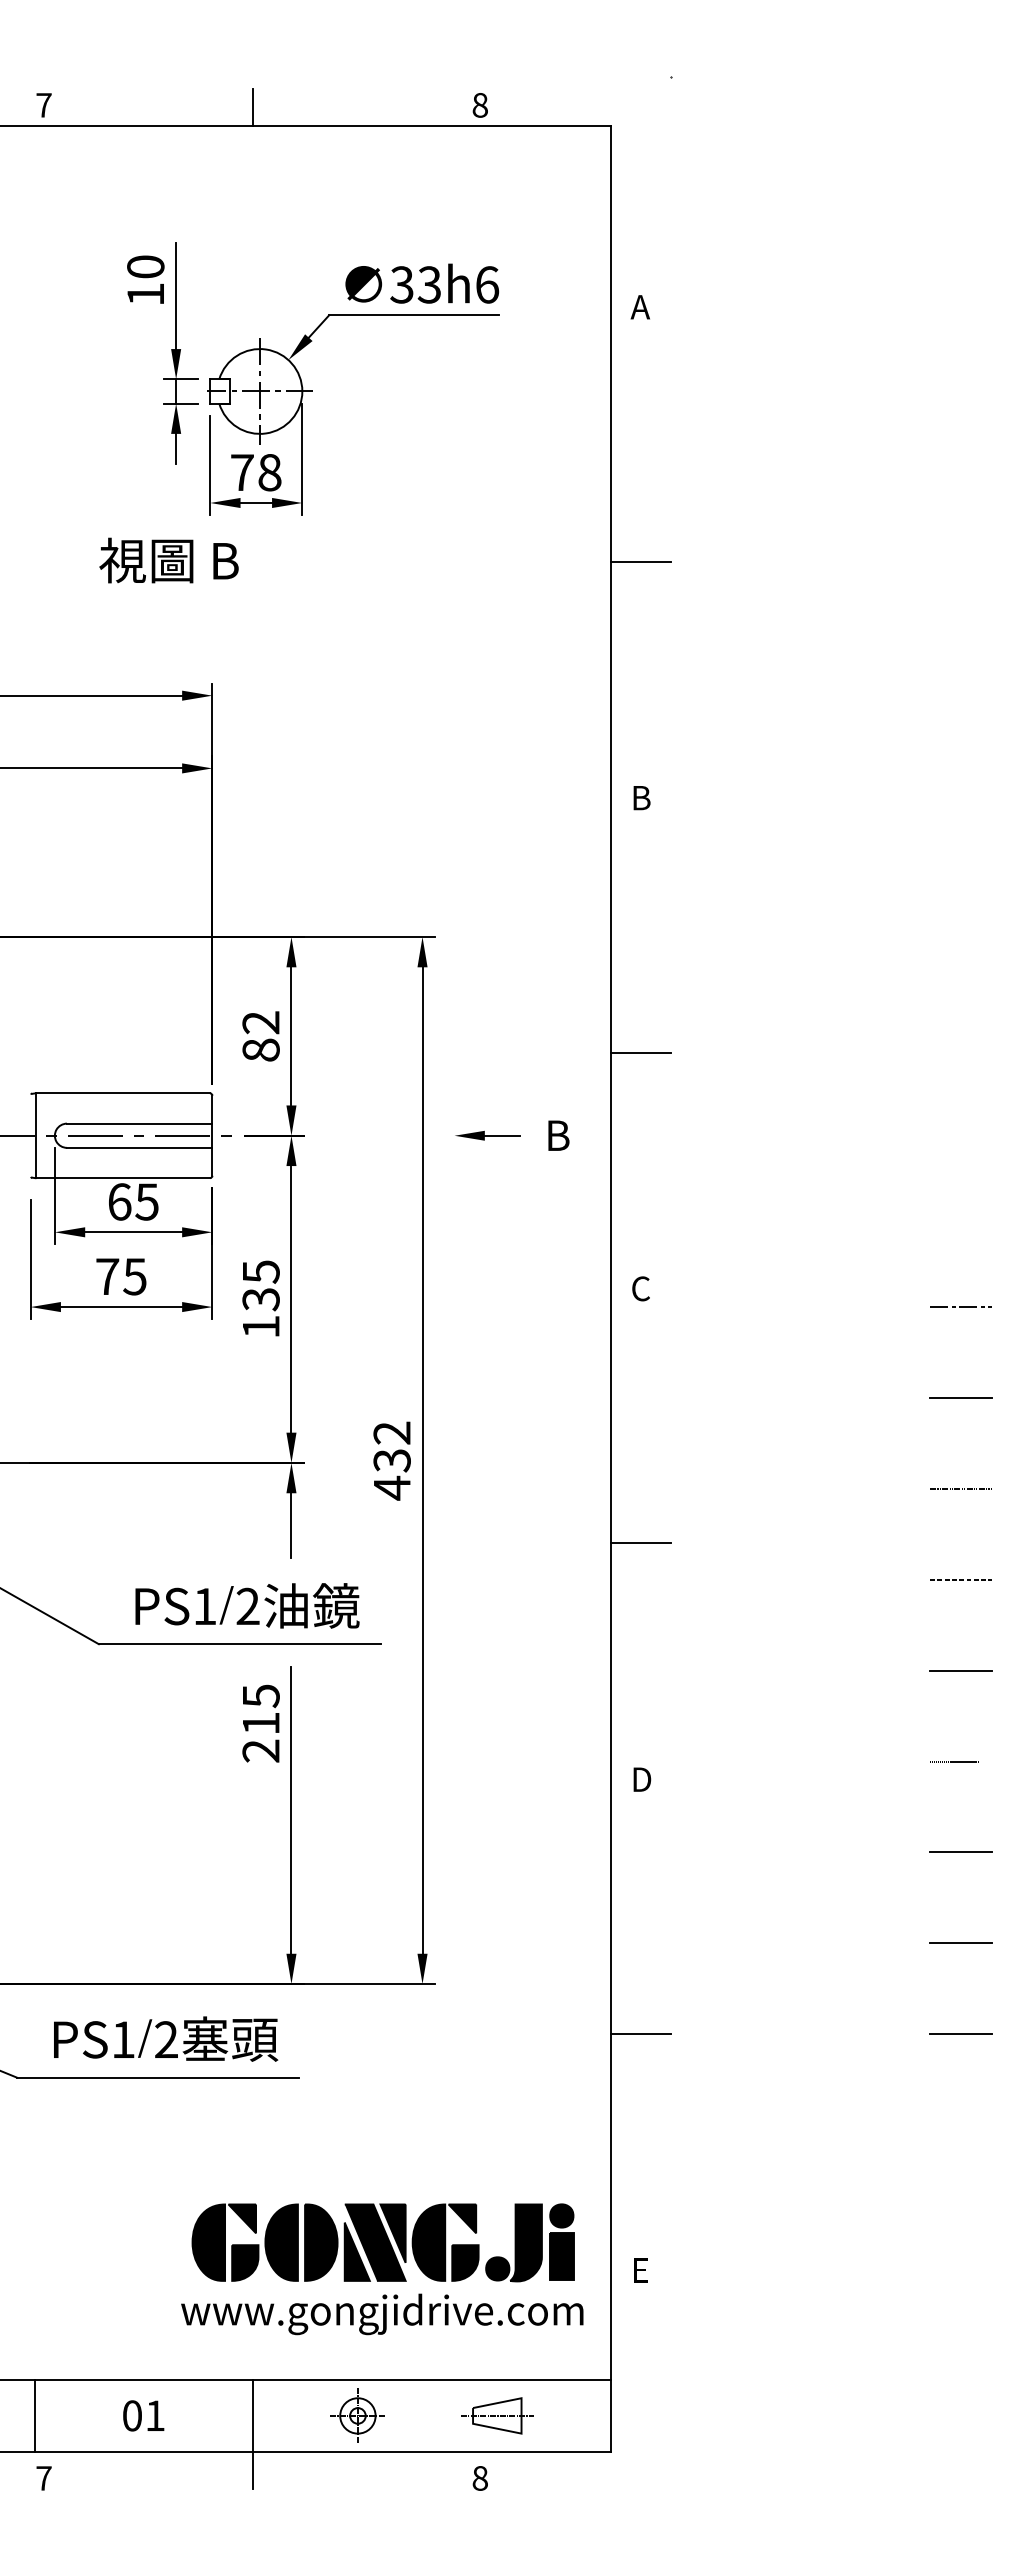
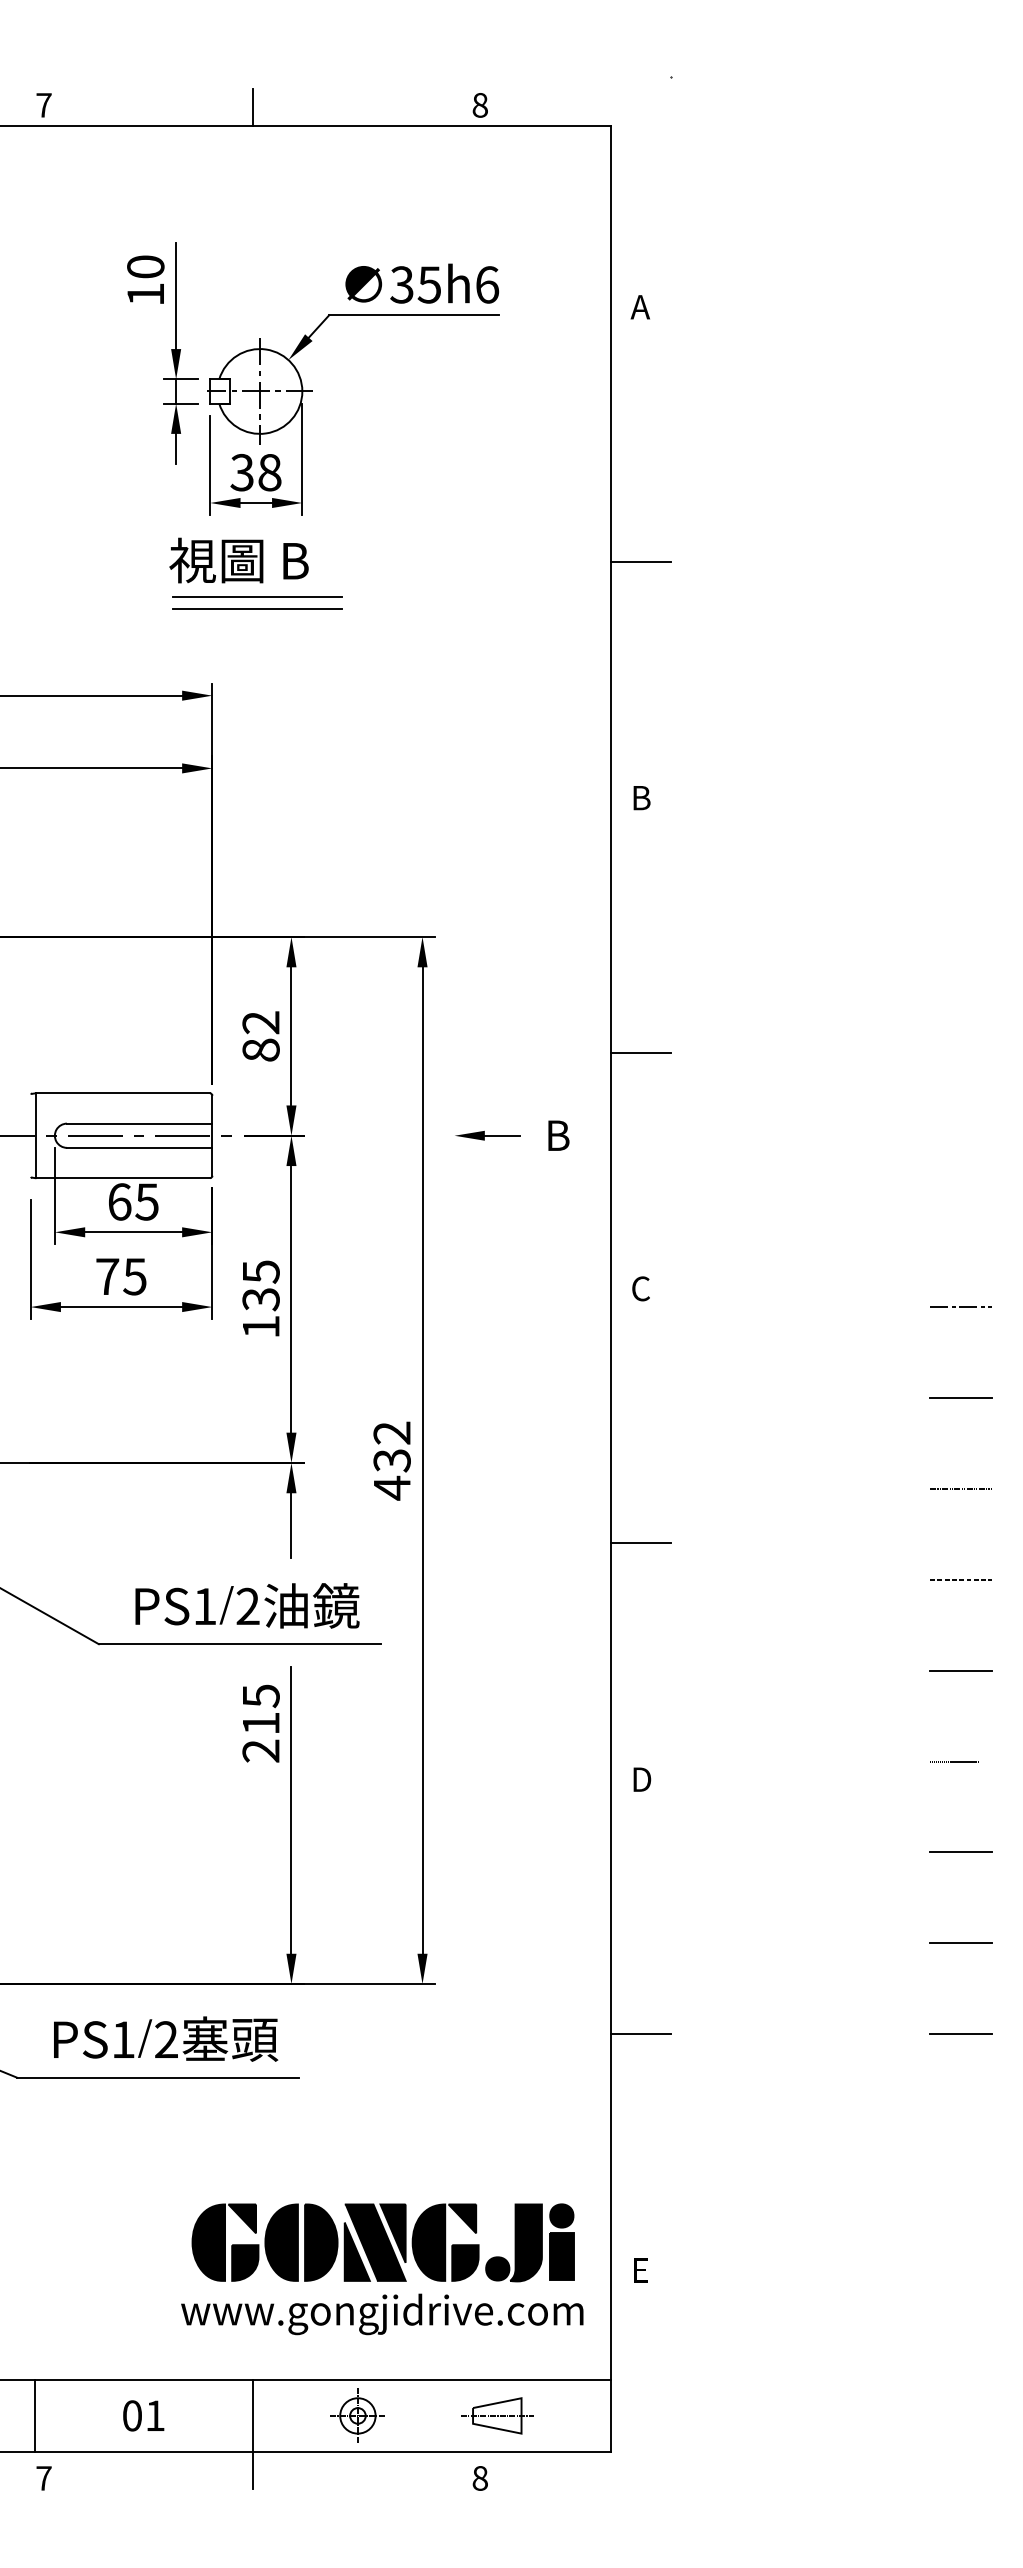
text at (428, 284): 33h6 -> 35h6
text at (241, 472): 78 -> 38
text at (168, 560) position: (168, 560) -> (238, 560)
line at (257, 597): none -> present
line at (257, 609): none -> present
